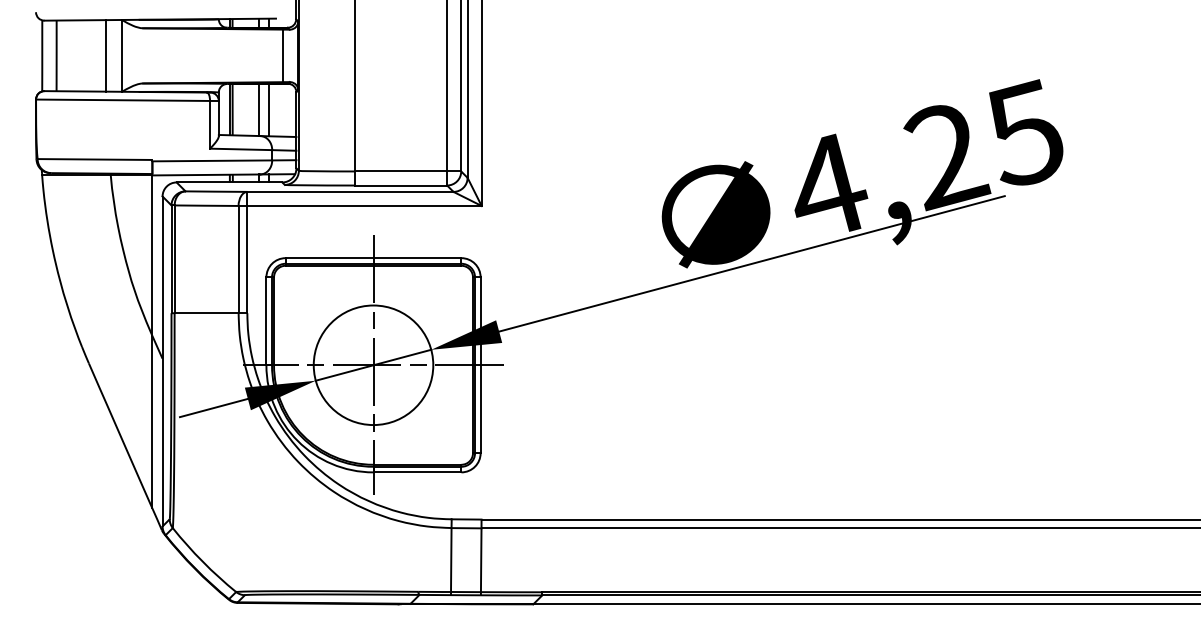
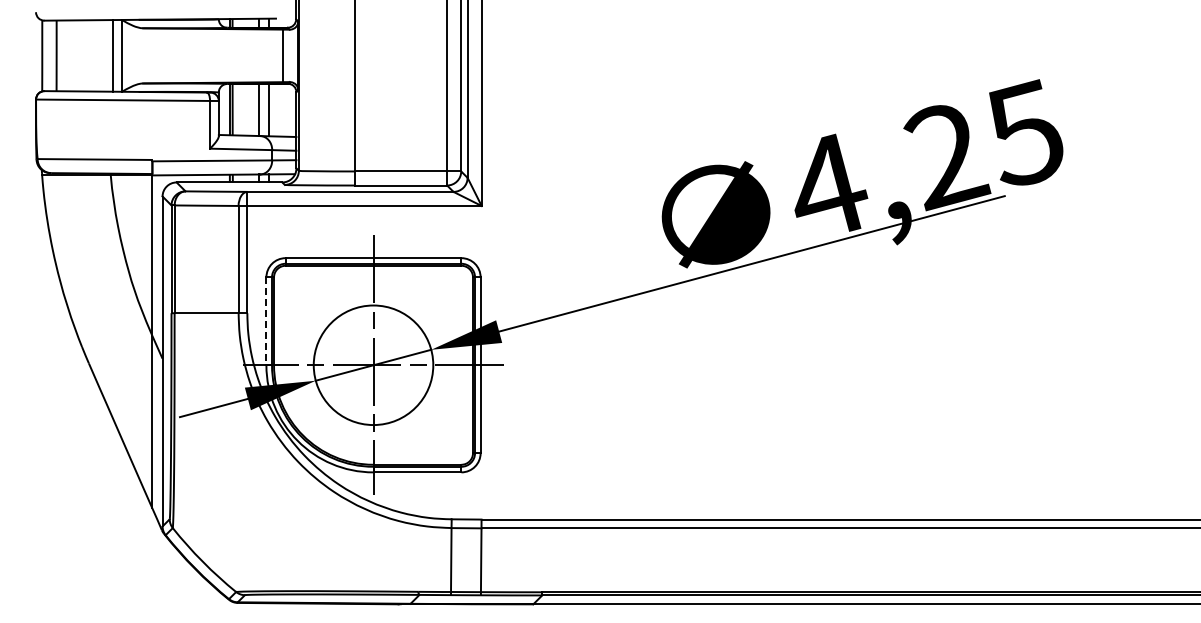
line at (106, 55) position: (106, 55) -> (113, 55)
line at (266, 321): solid -> dashed
